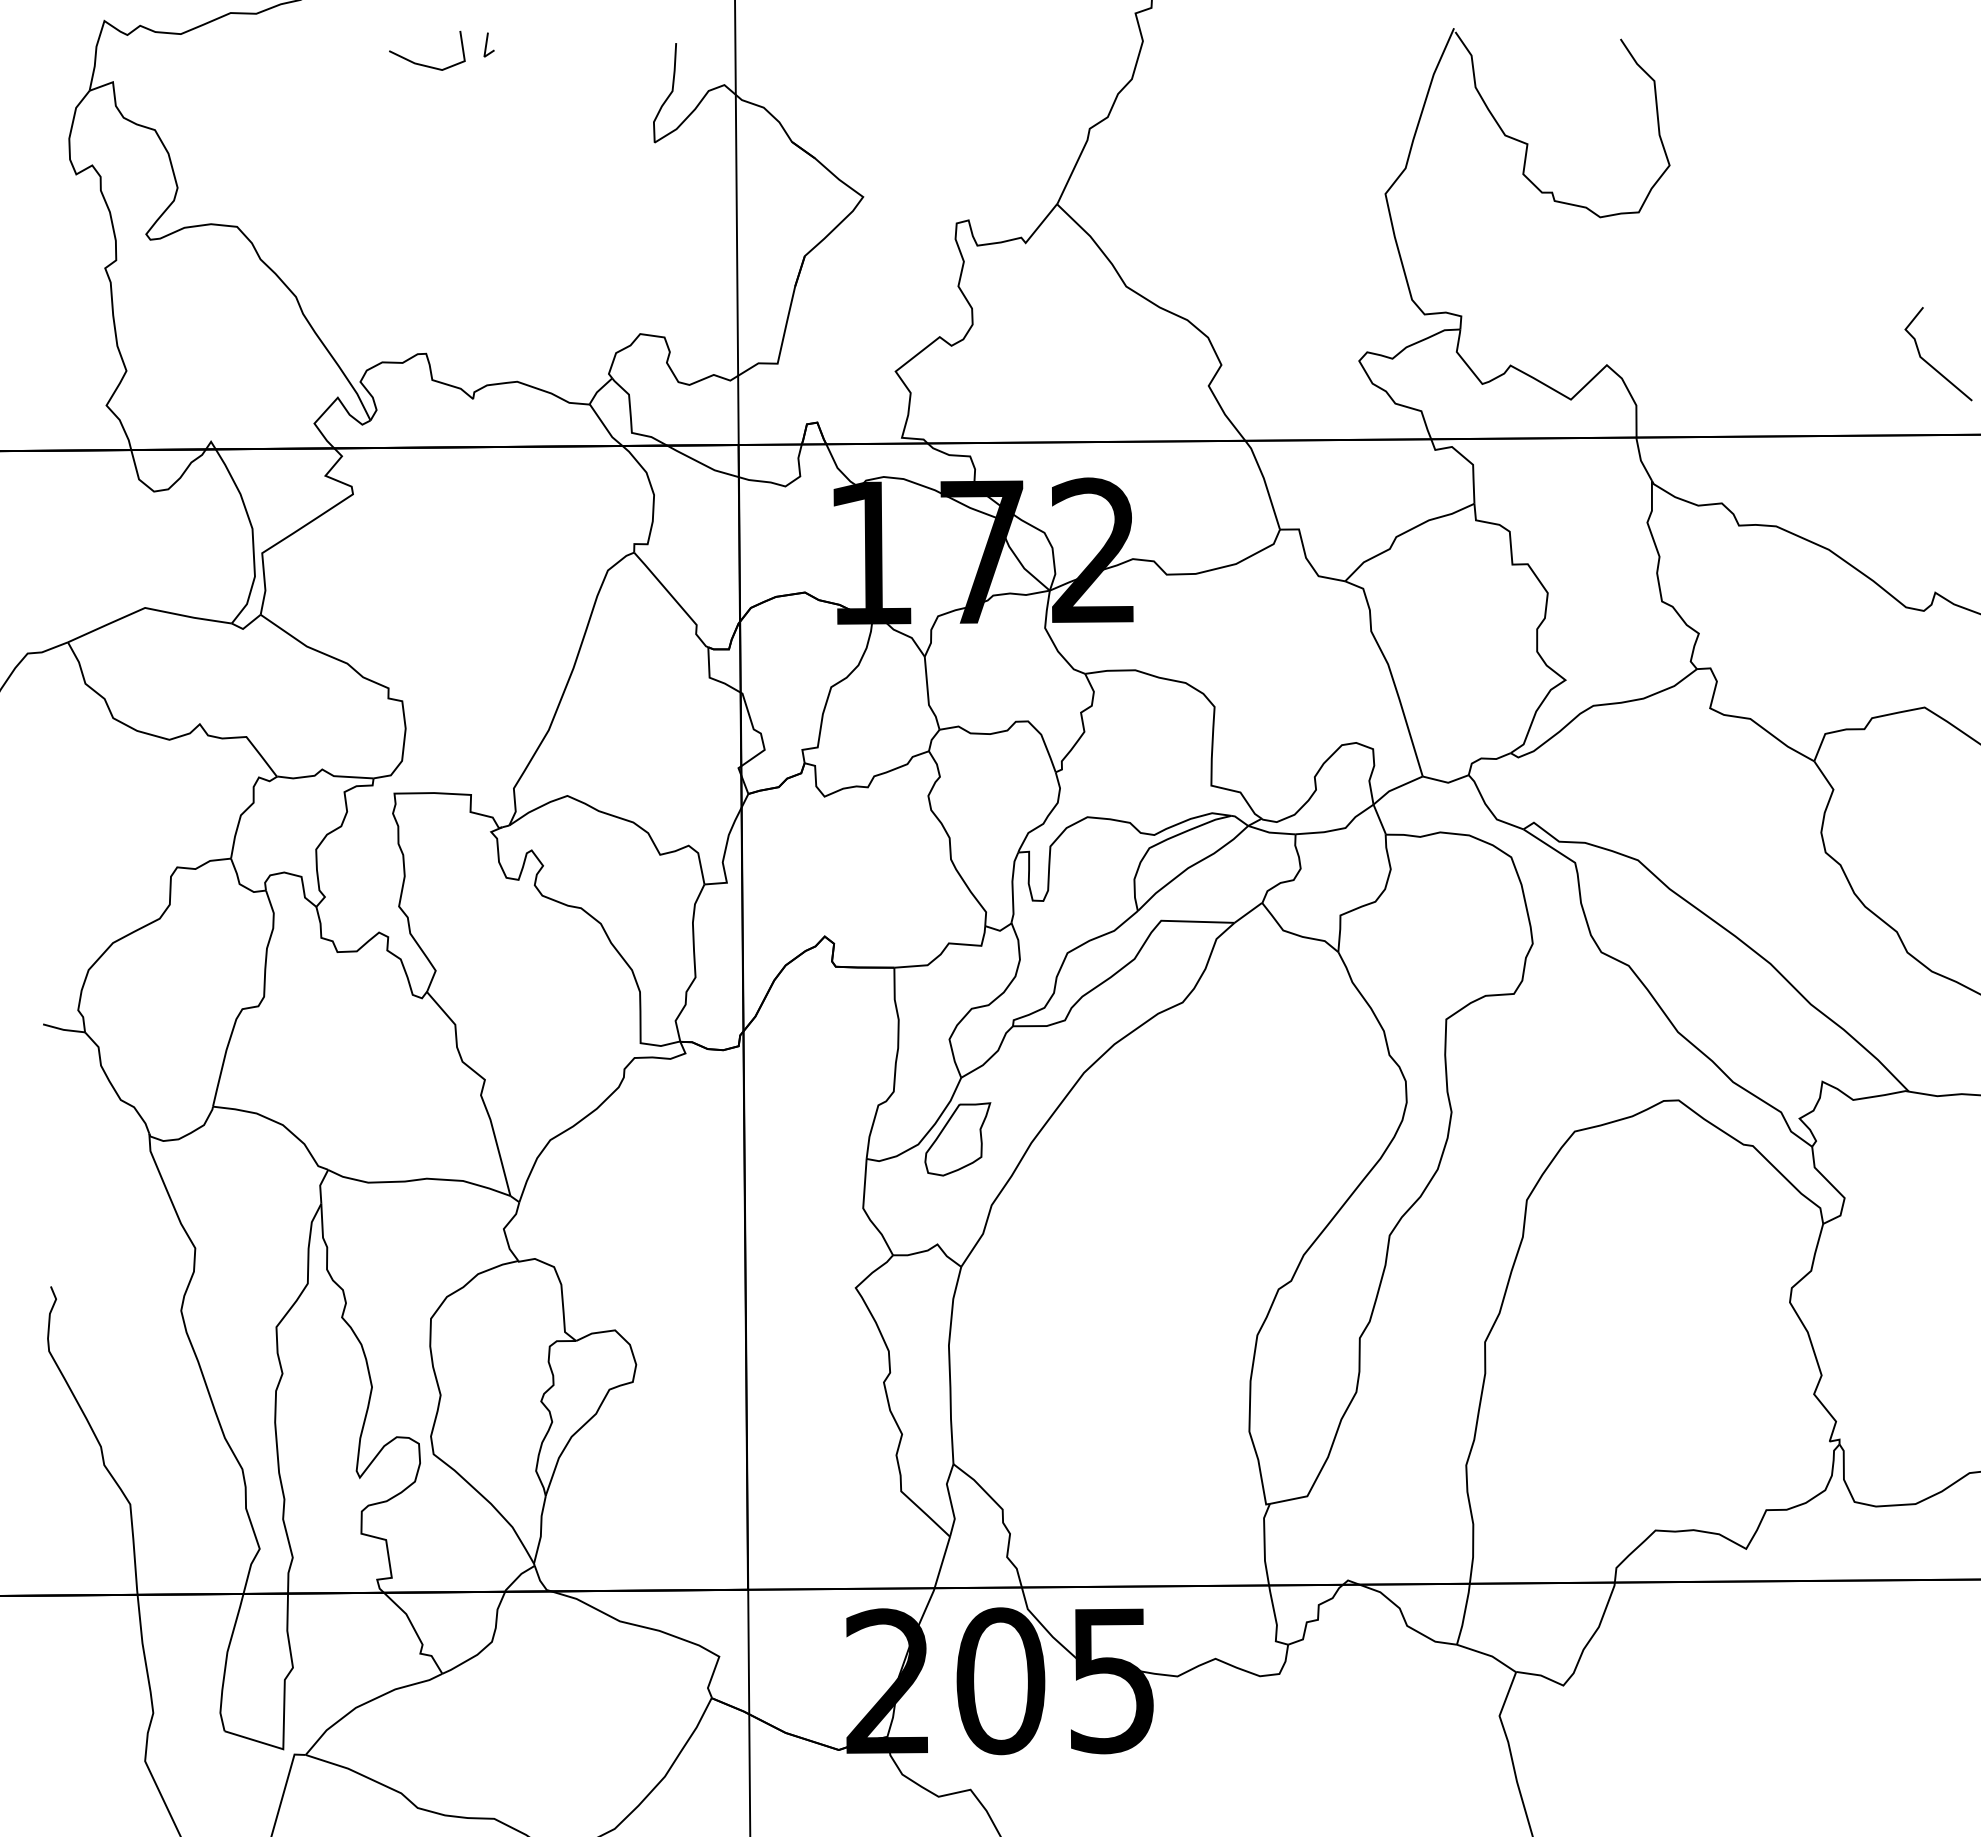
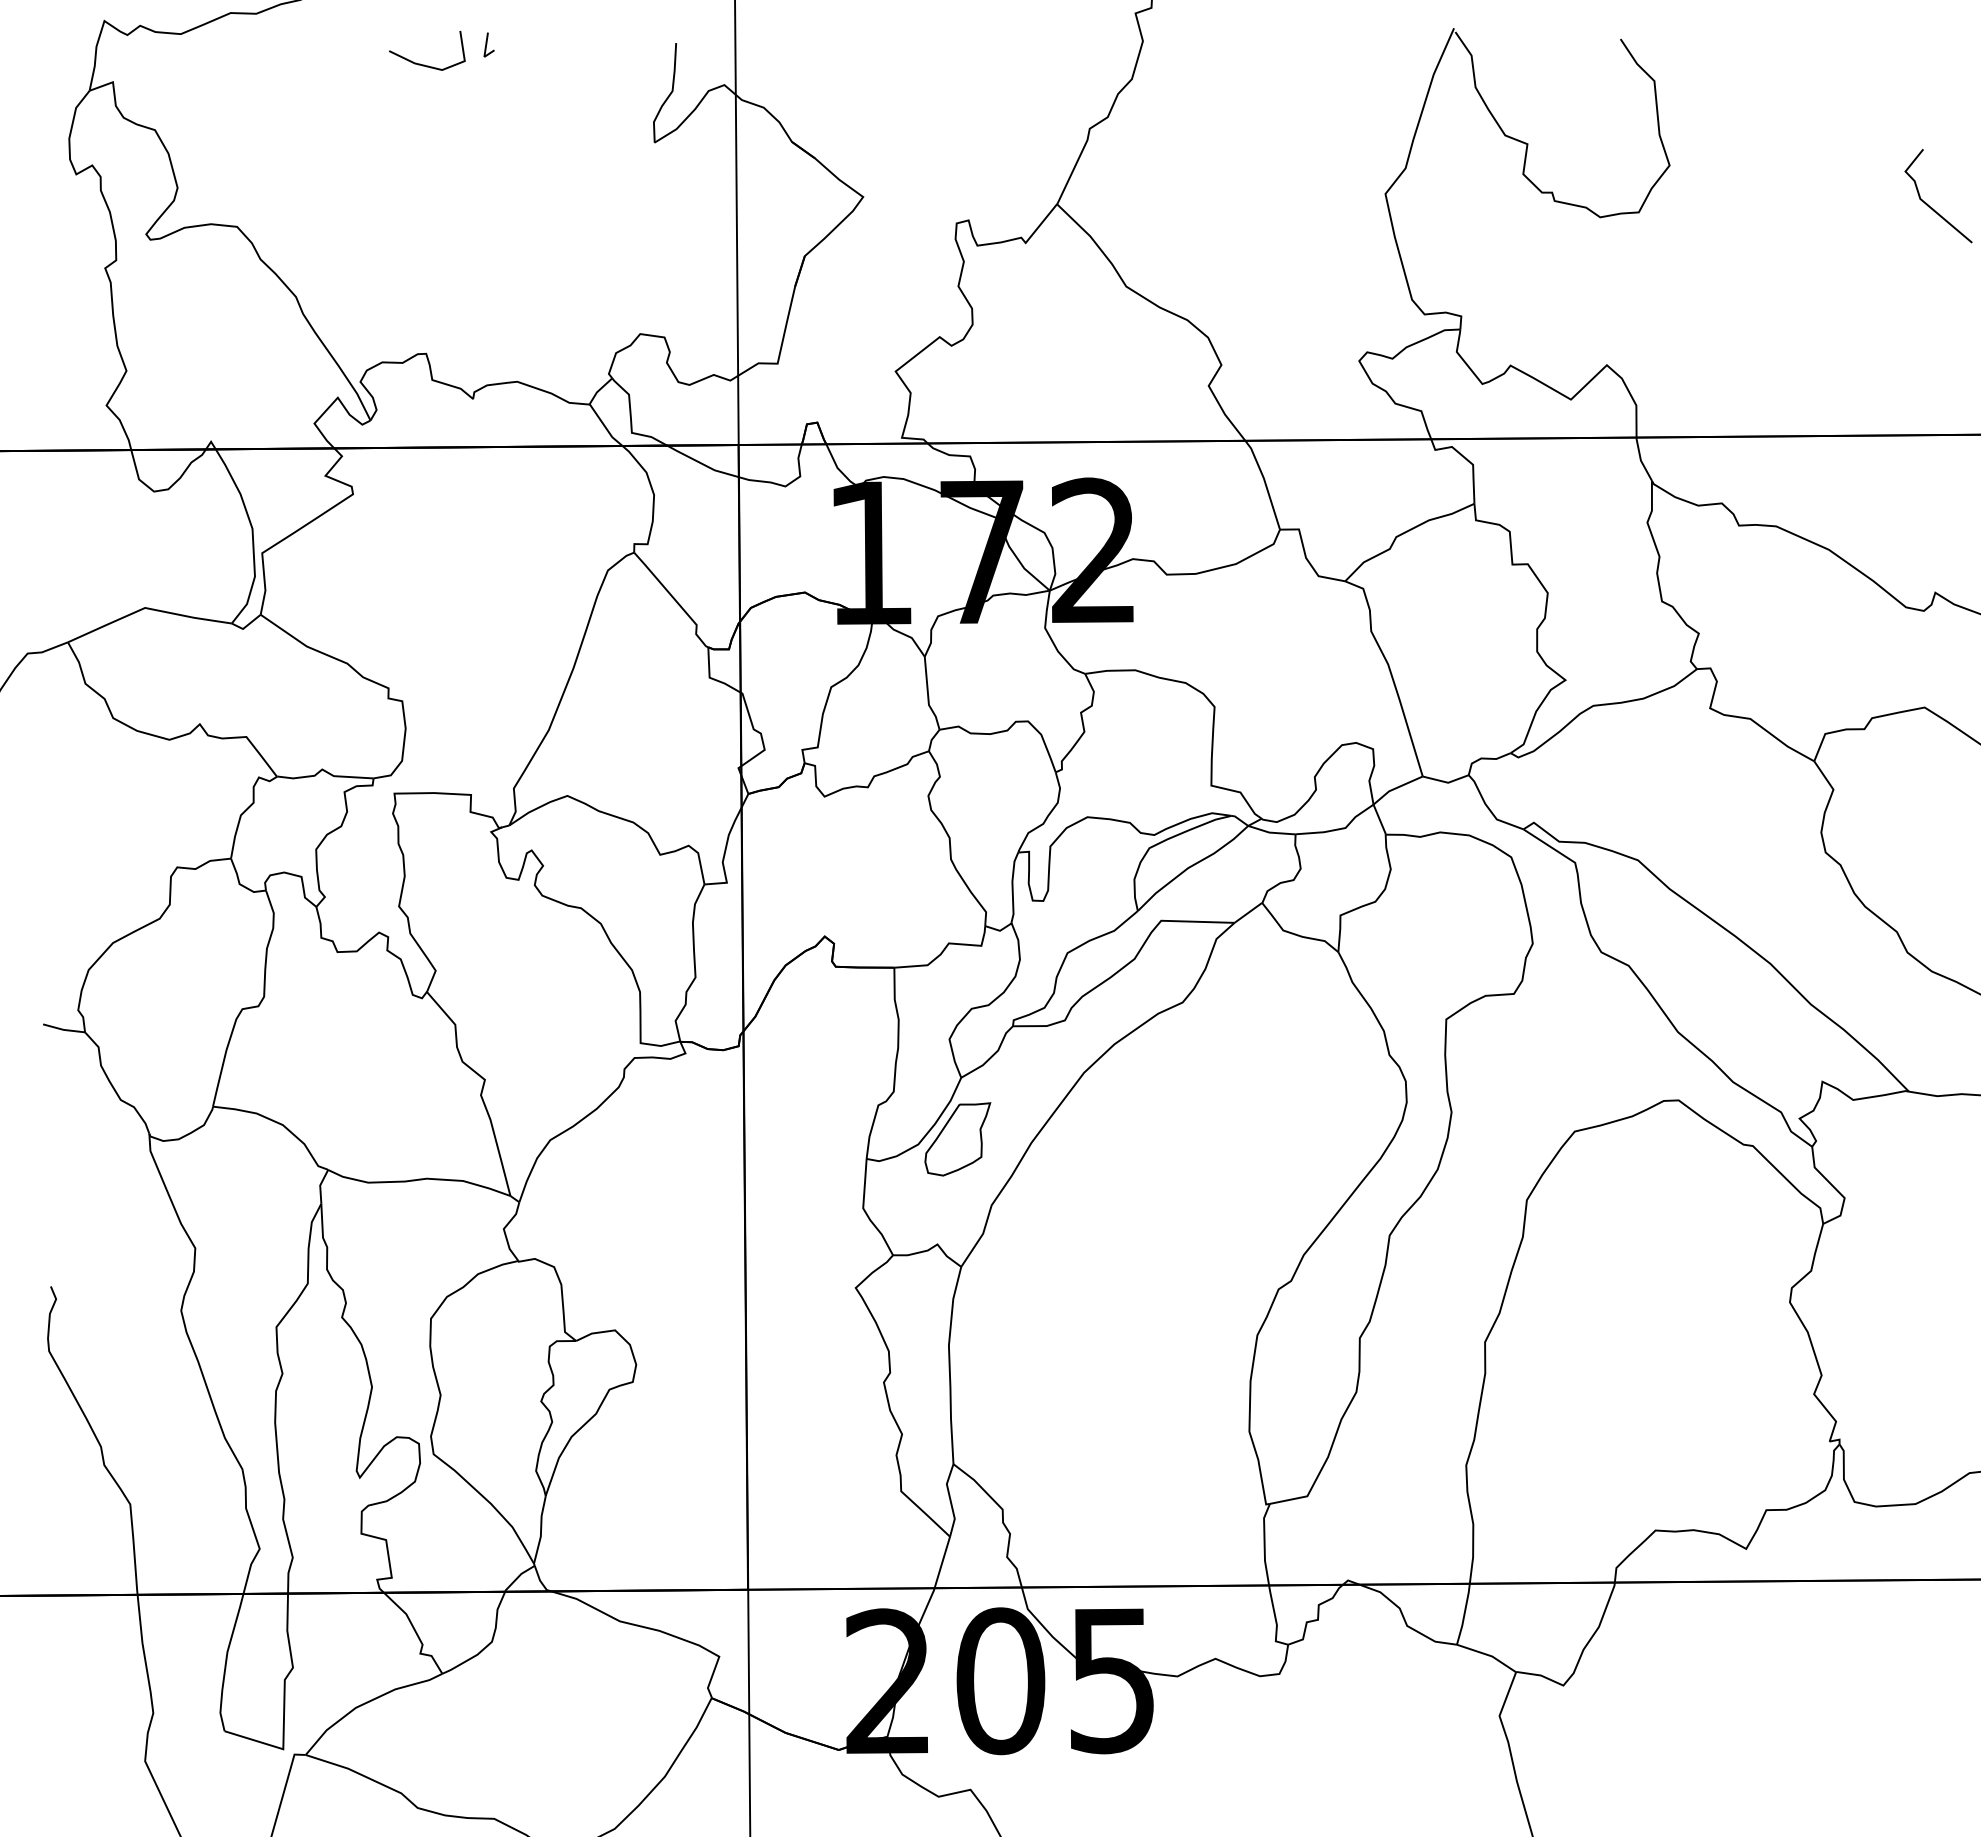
line at (1932, 365) position: (1932, 365) -> (1932, 207)
